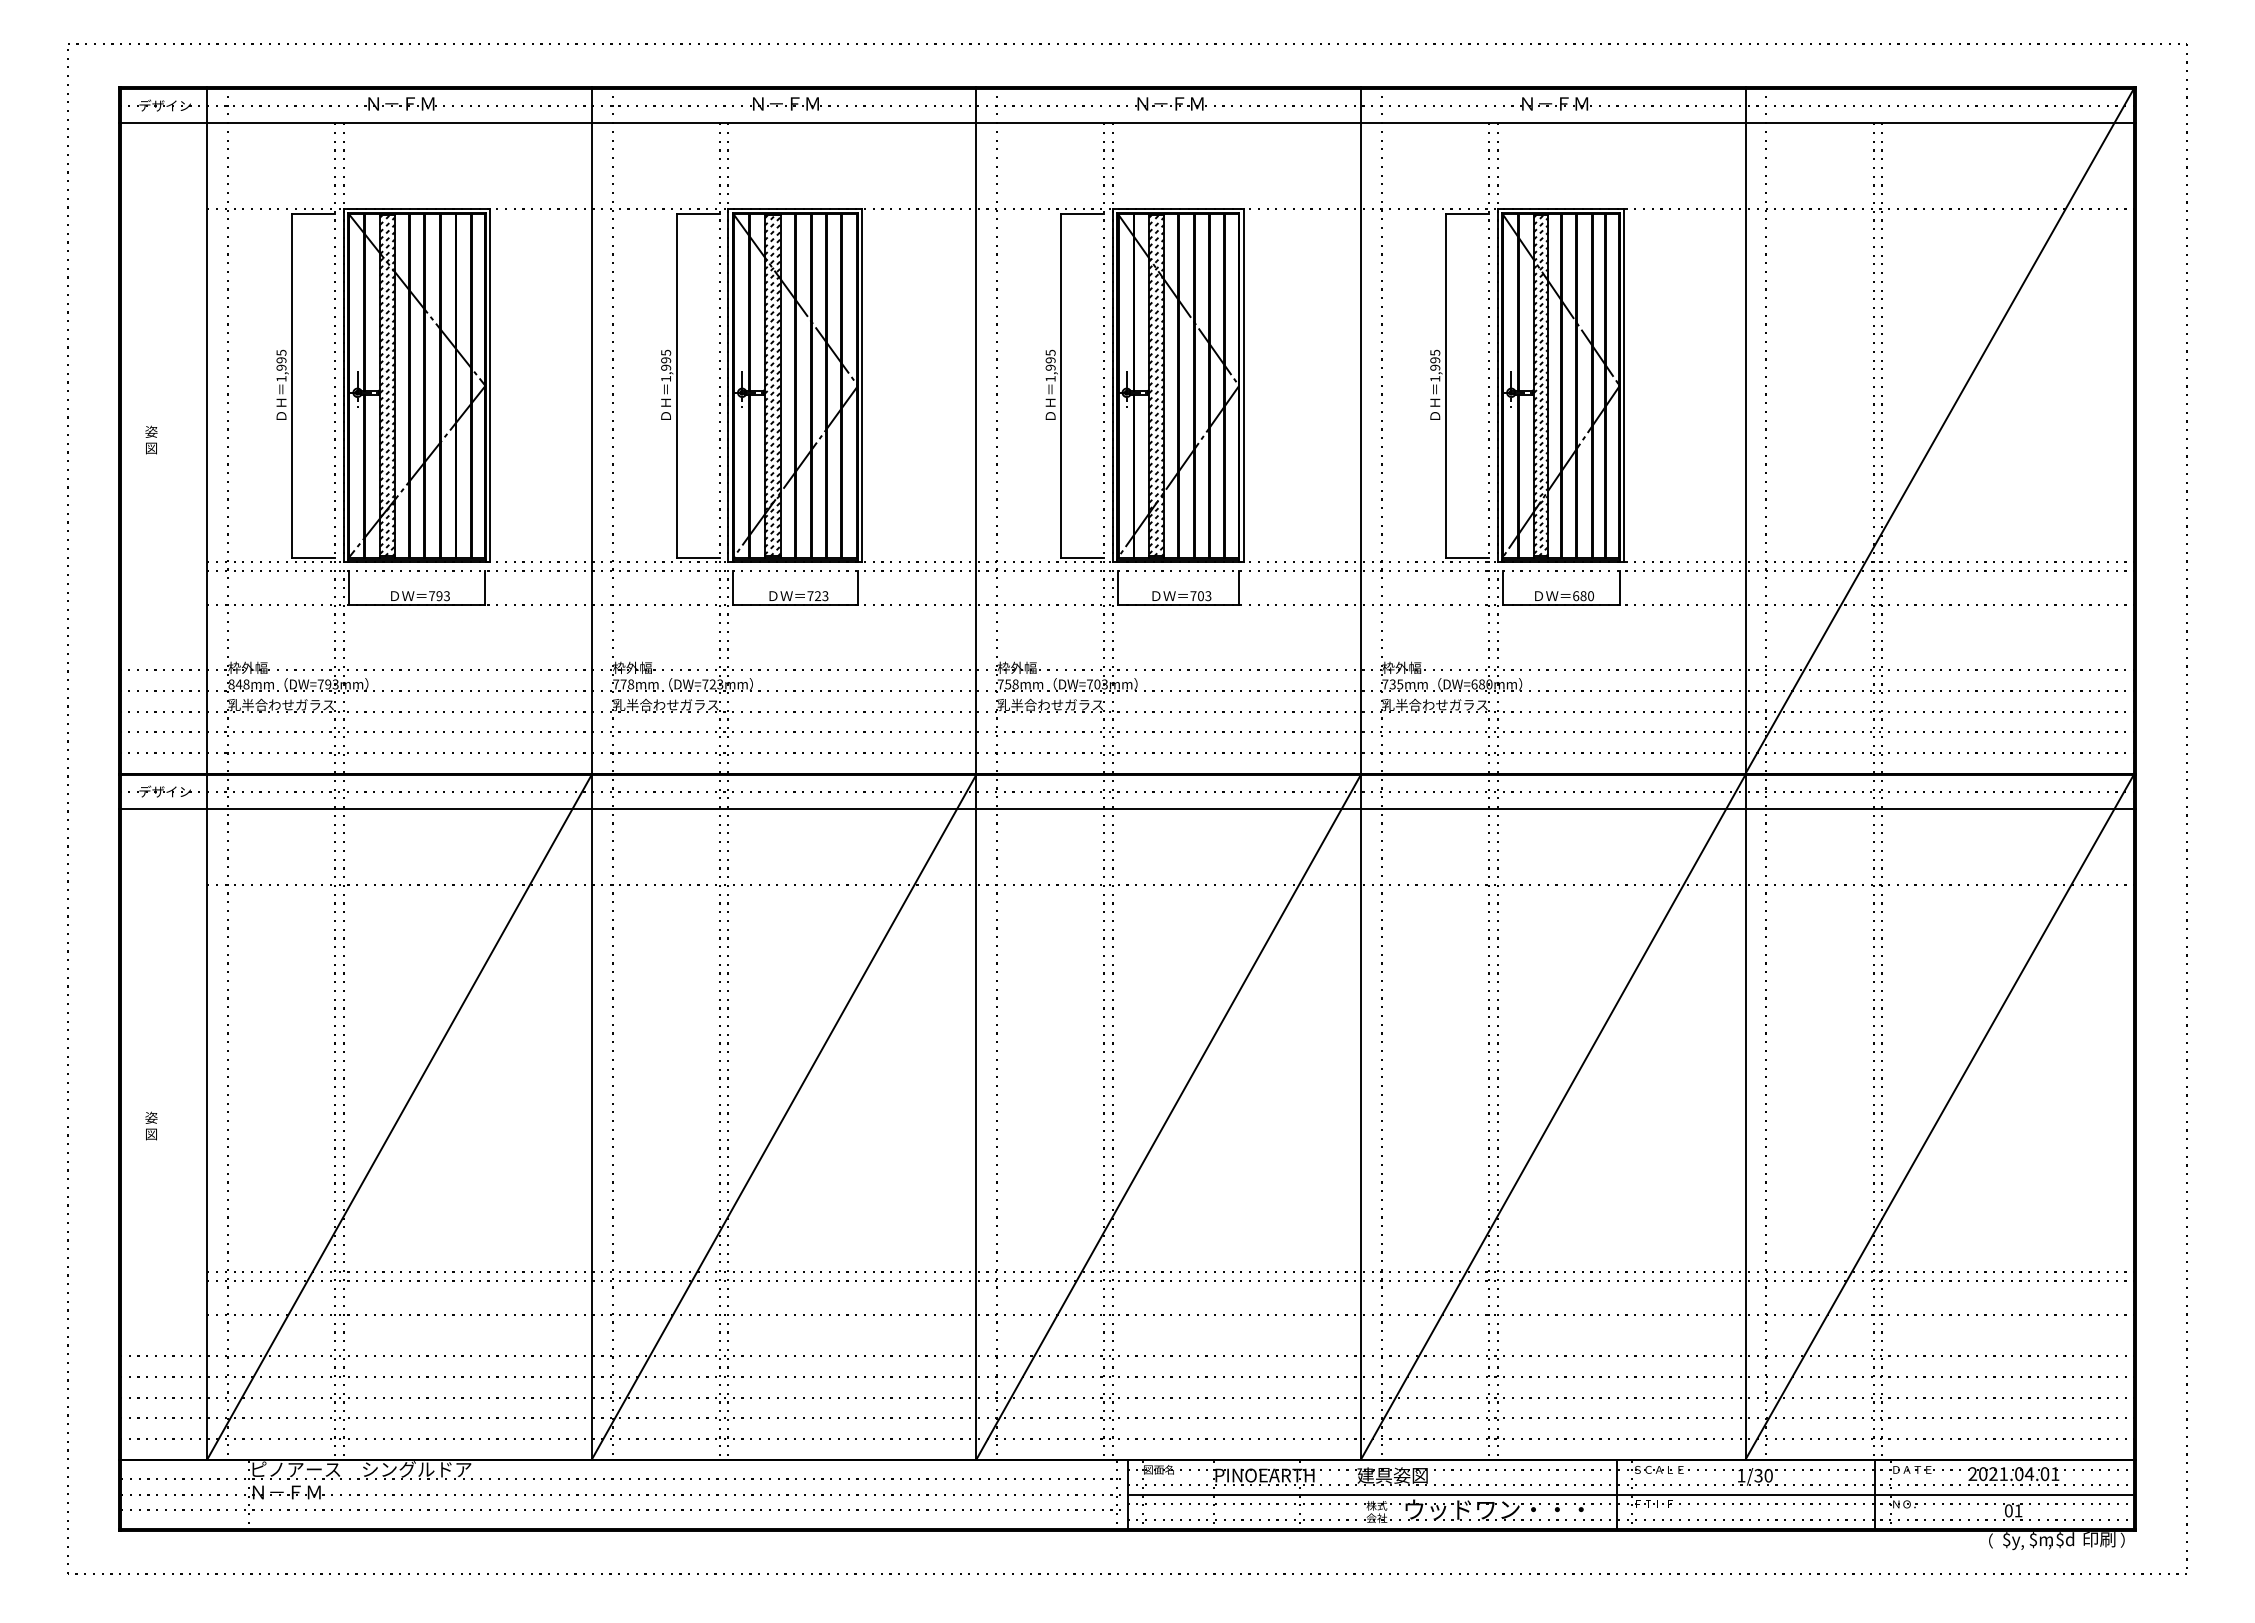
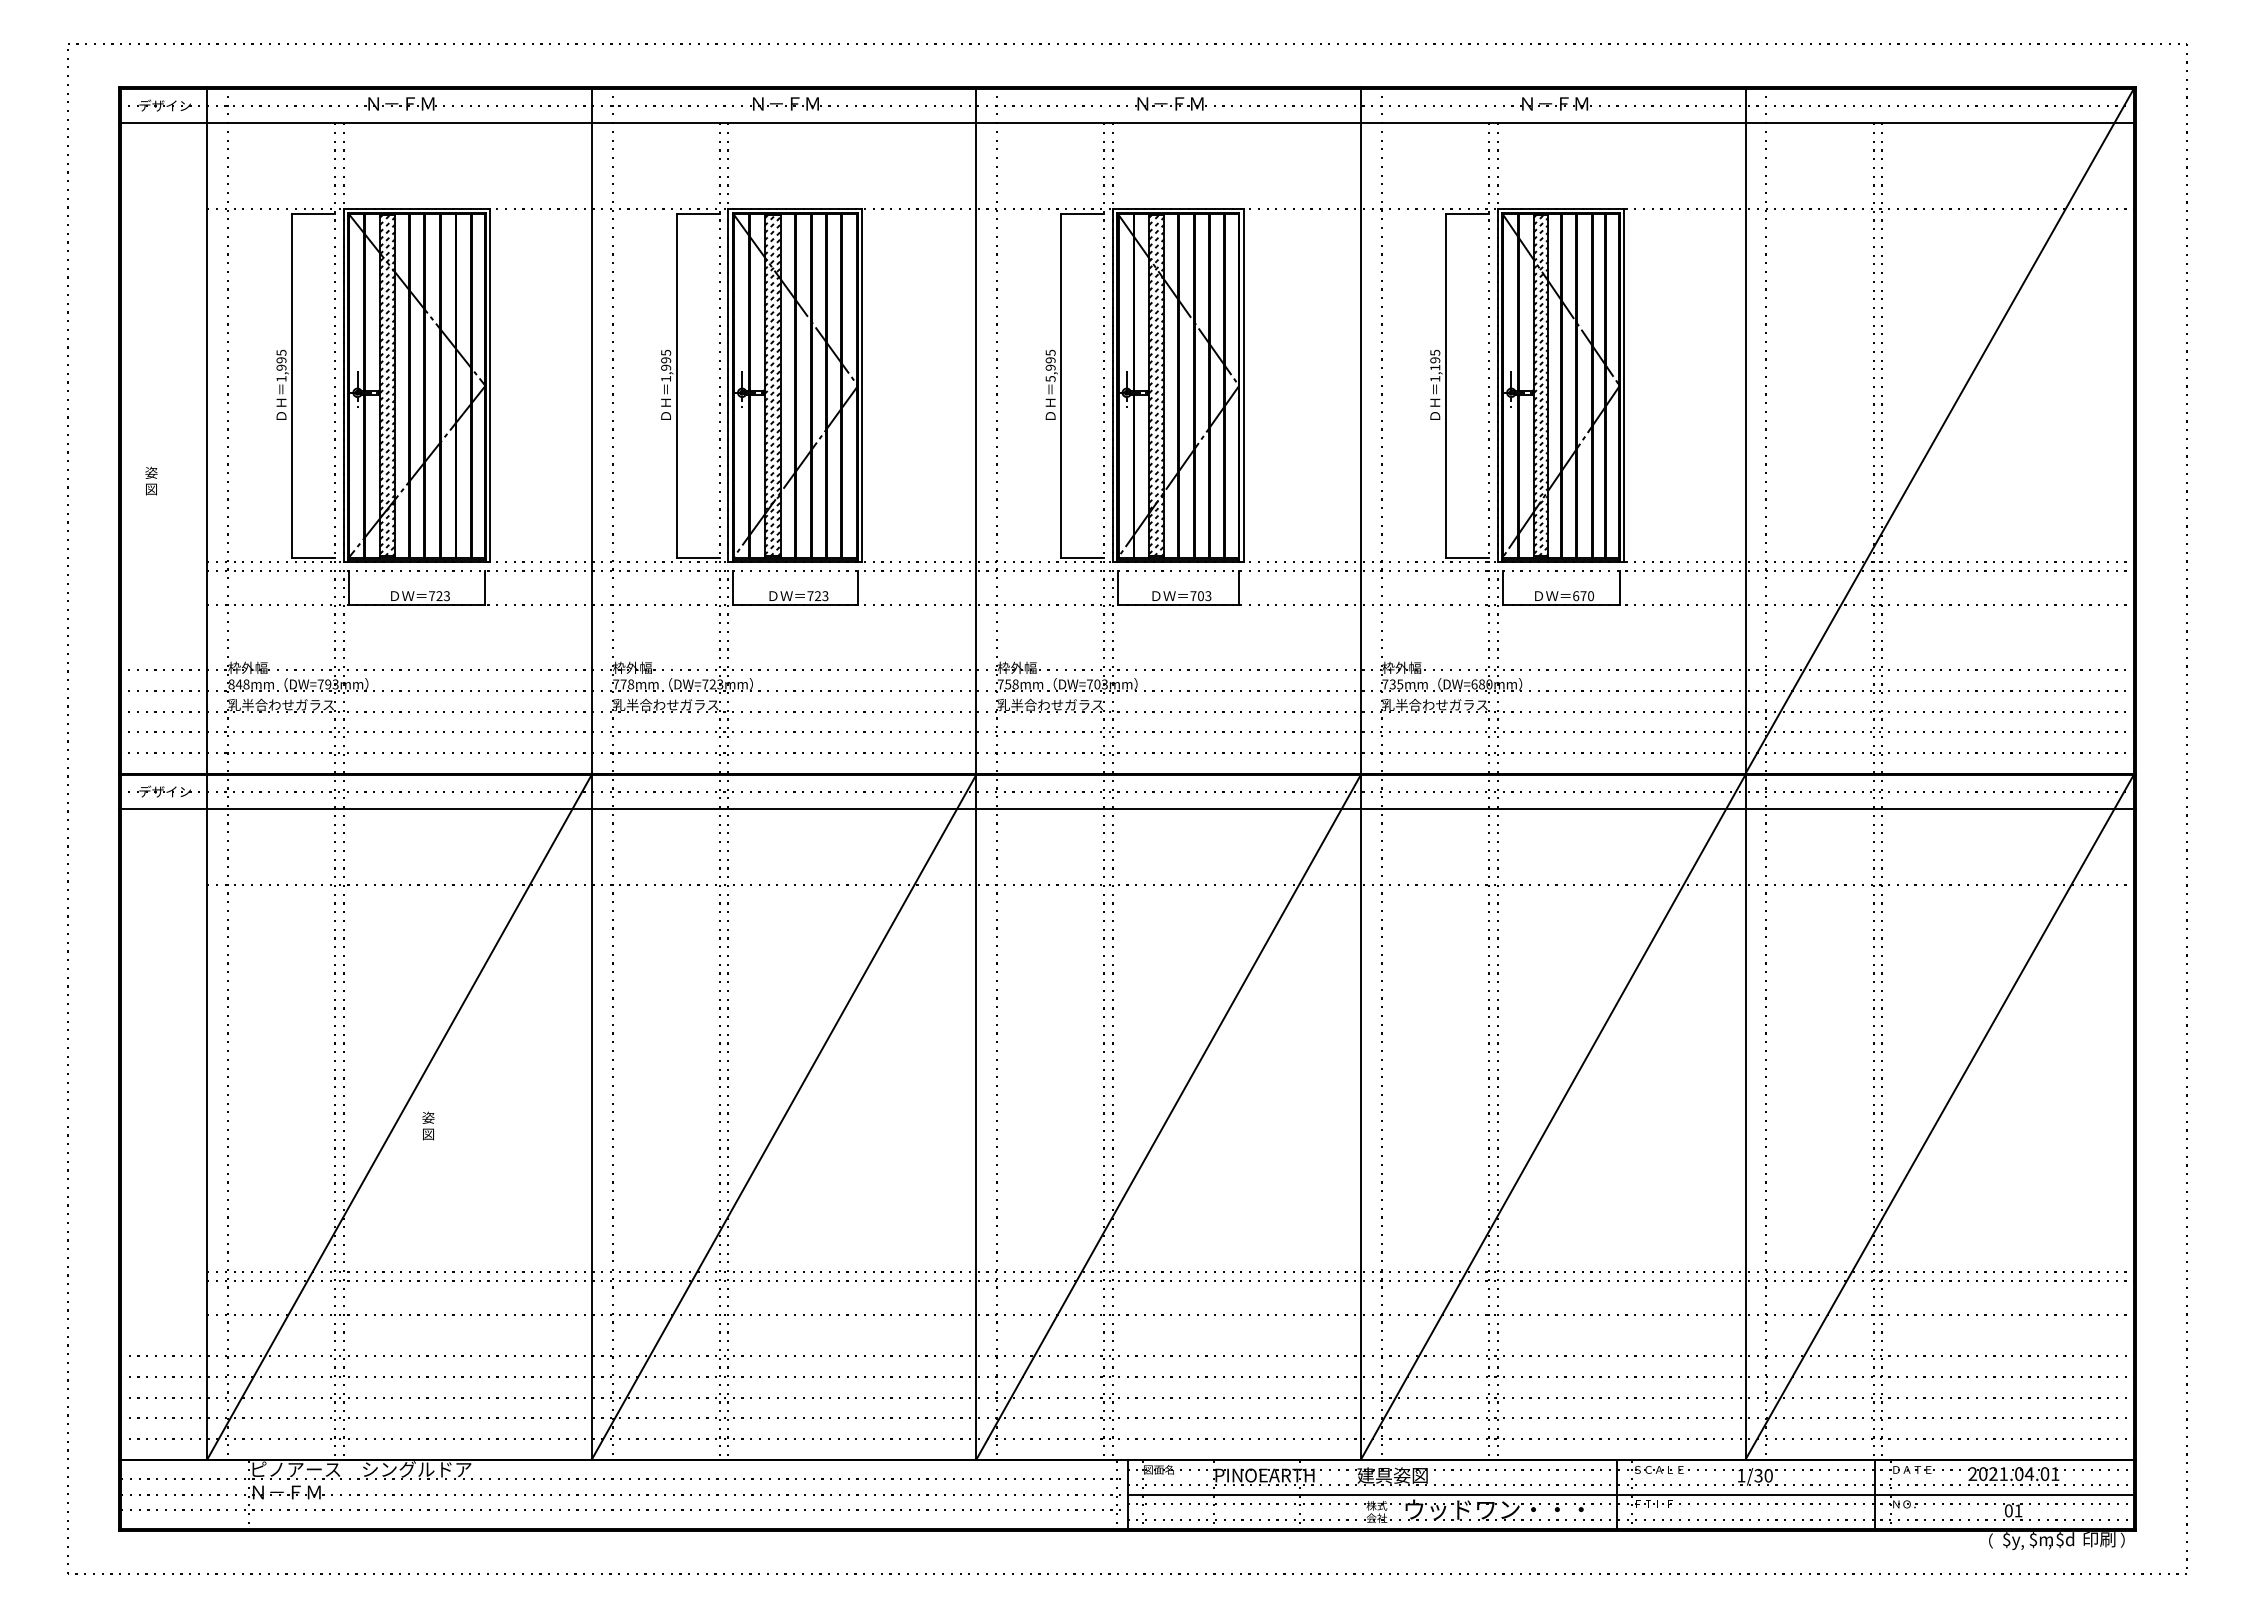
text at (1435, 367): 1,995 -> 1,195
text at (1050, 379): 1,995 -> 5,995
text at (151, 439) position: (151, 439) -> (151, 480)
text at (439, 596): 793 -> 723
text at (1583, 596): 680 -> 670
text at (151, 1125) position: (151, 1125) -> (428, 1125)
